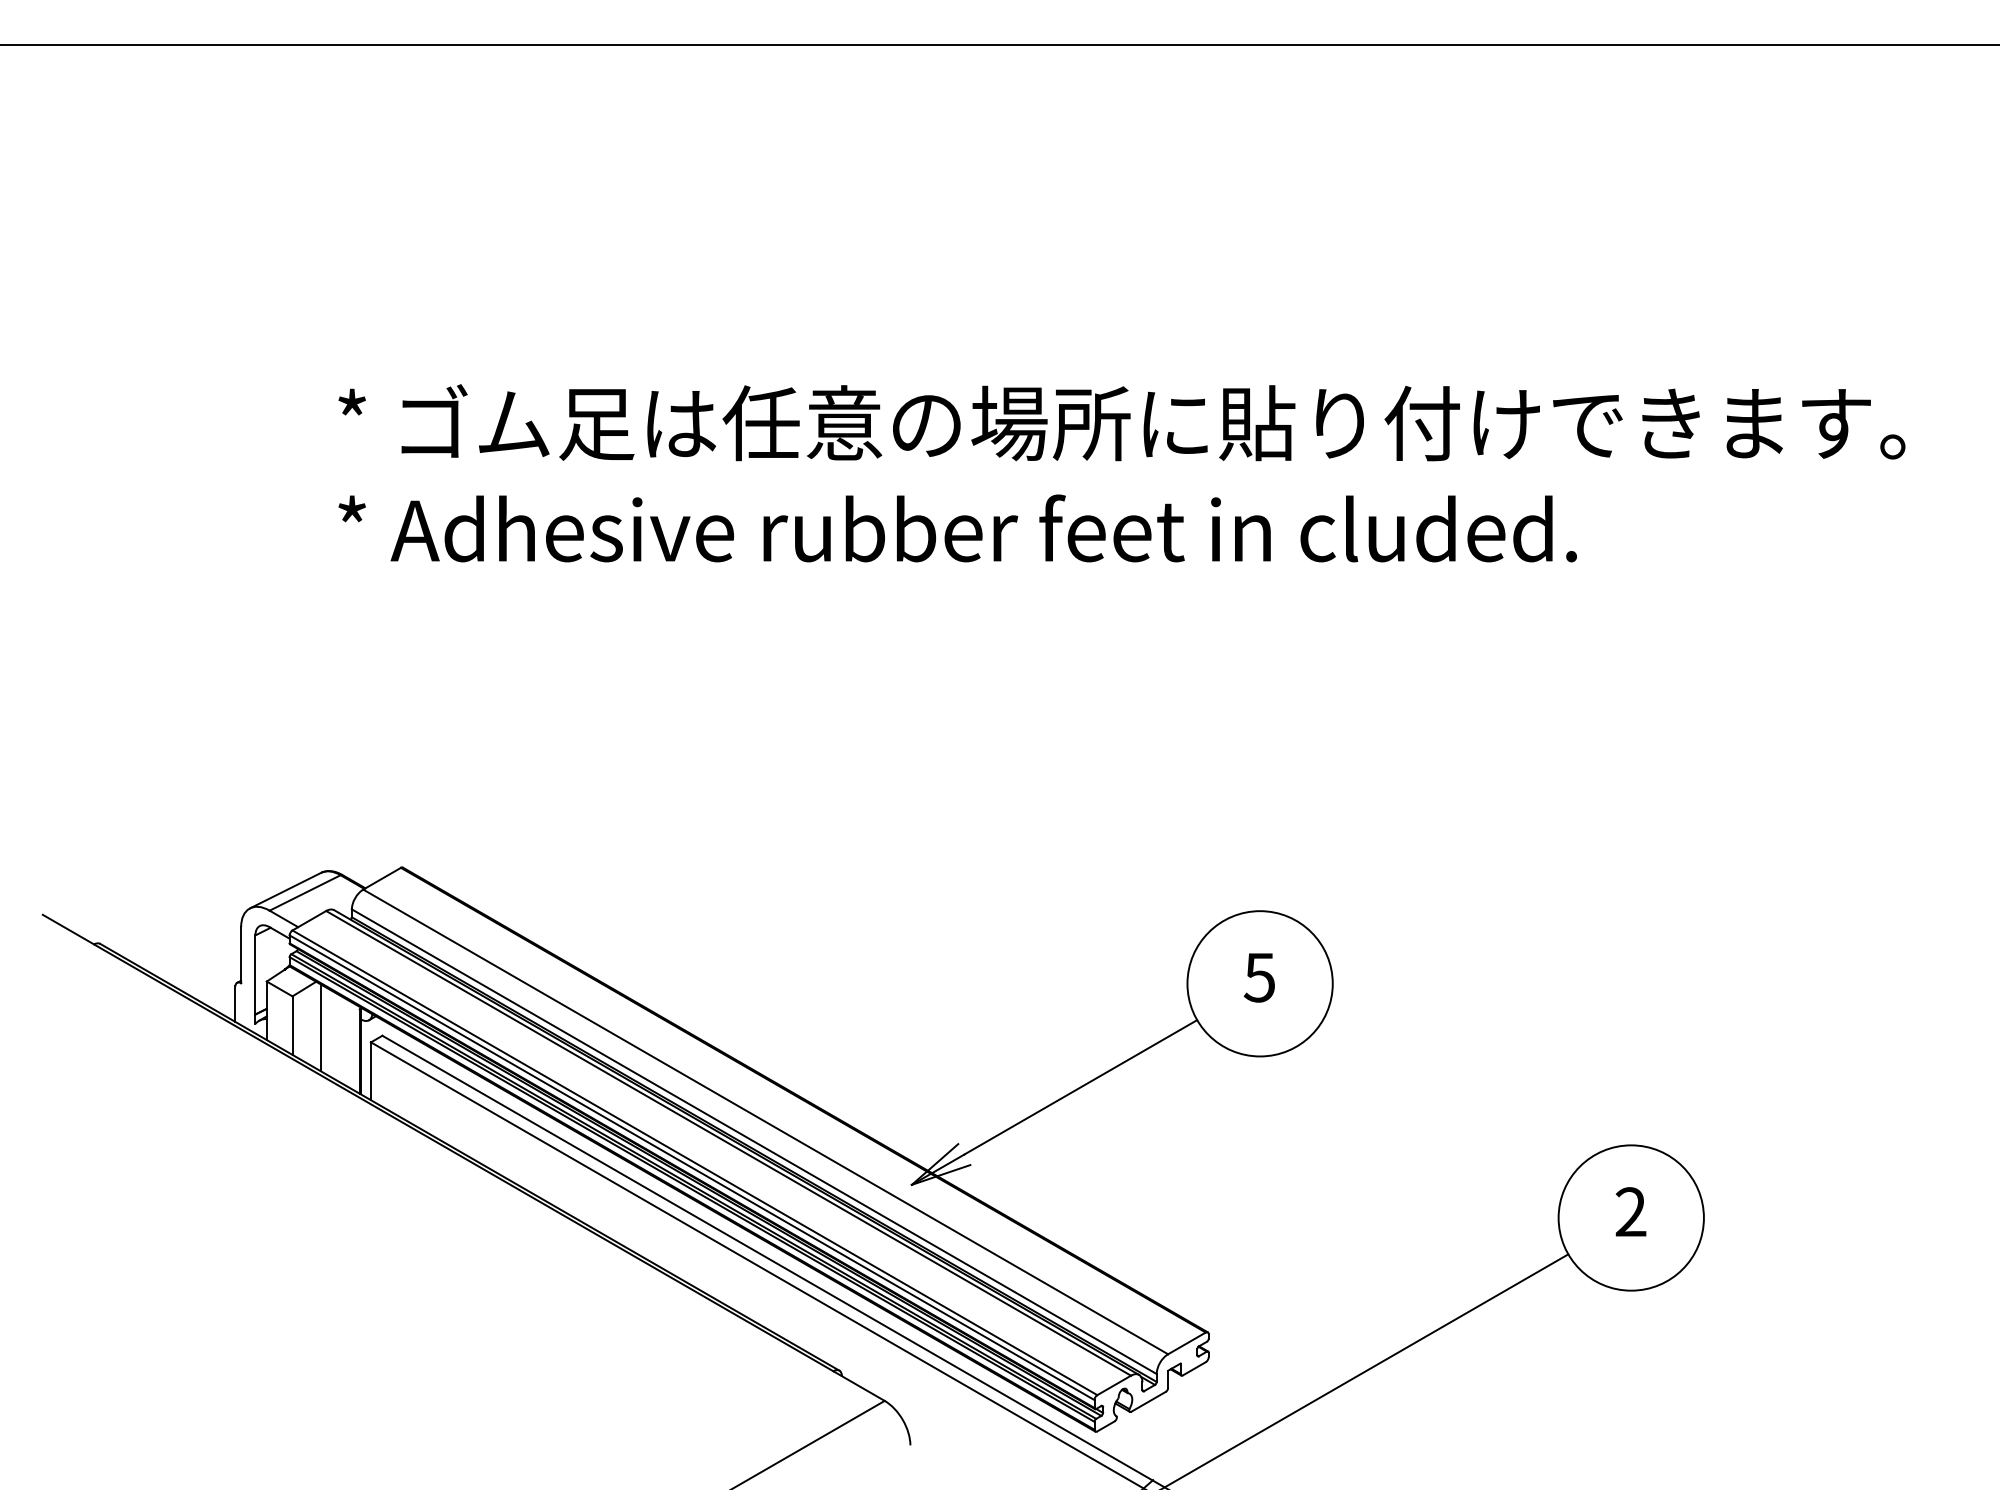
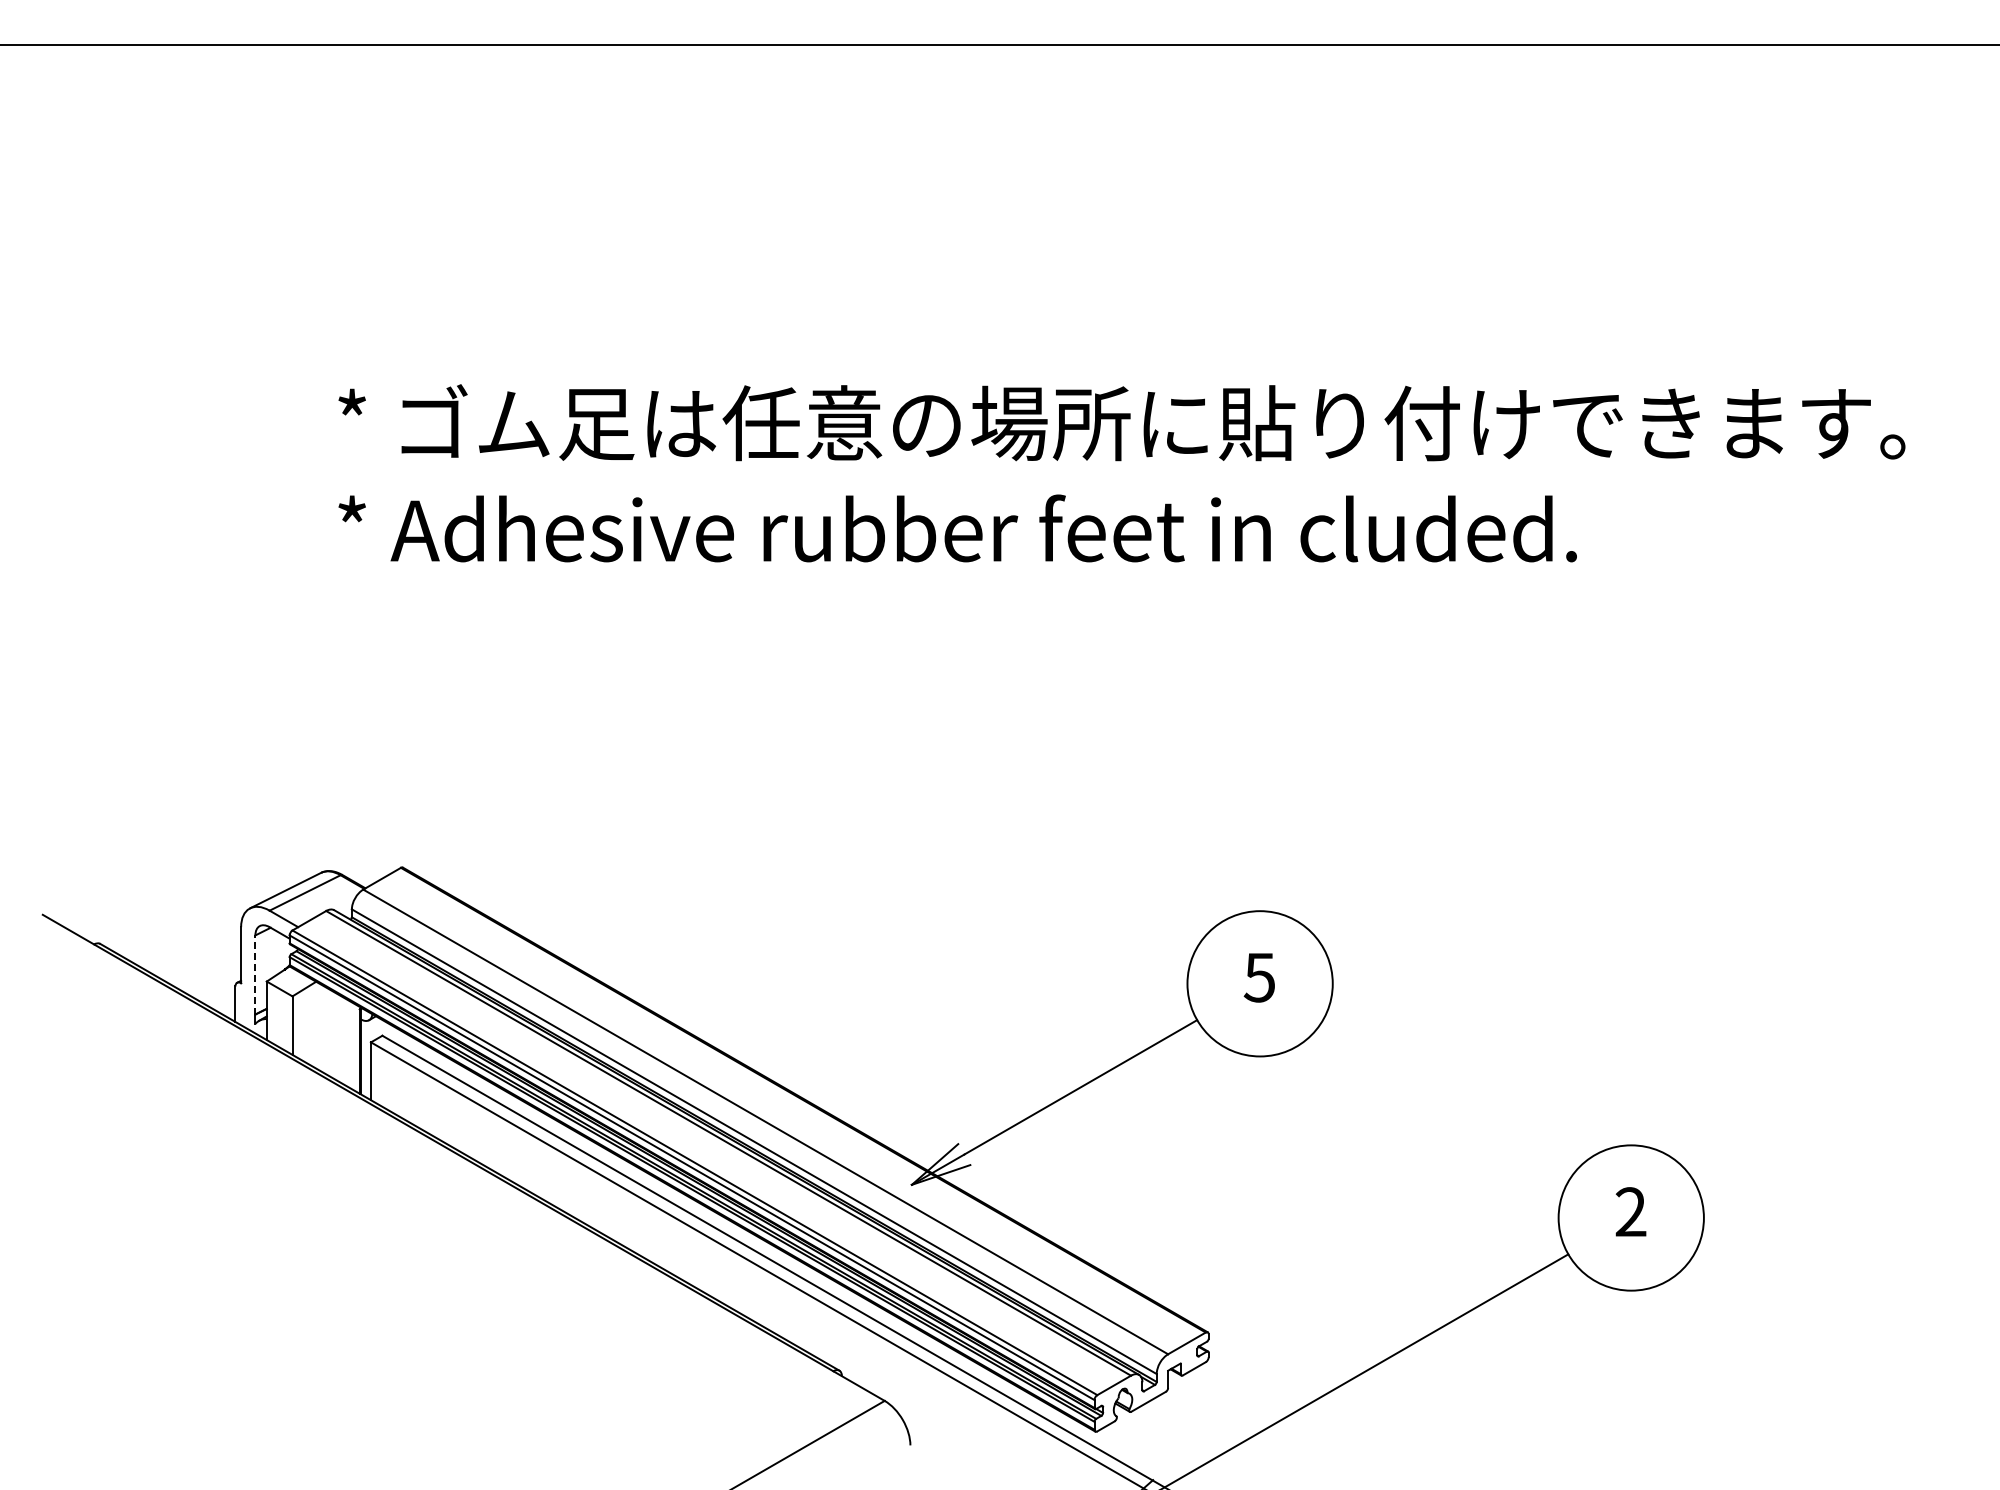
line at (255, 974): solid -> dashed
line at (321, 1027): present -> none
